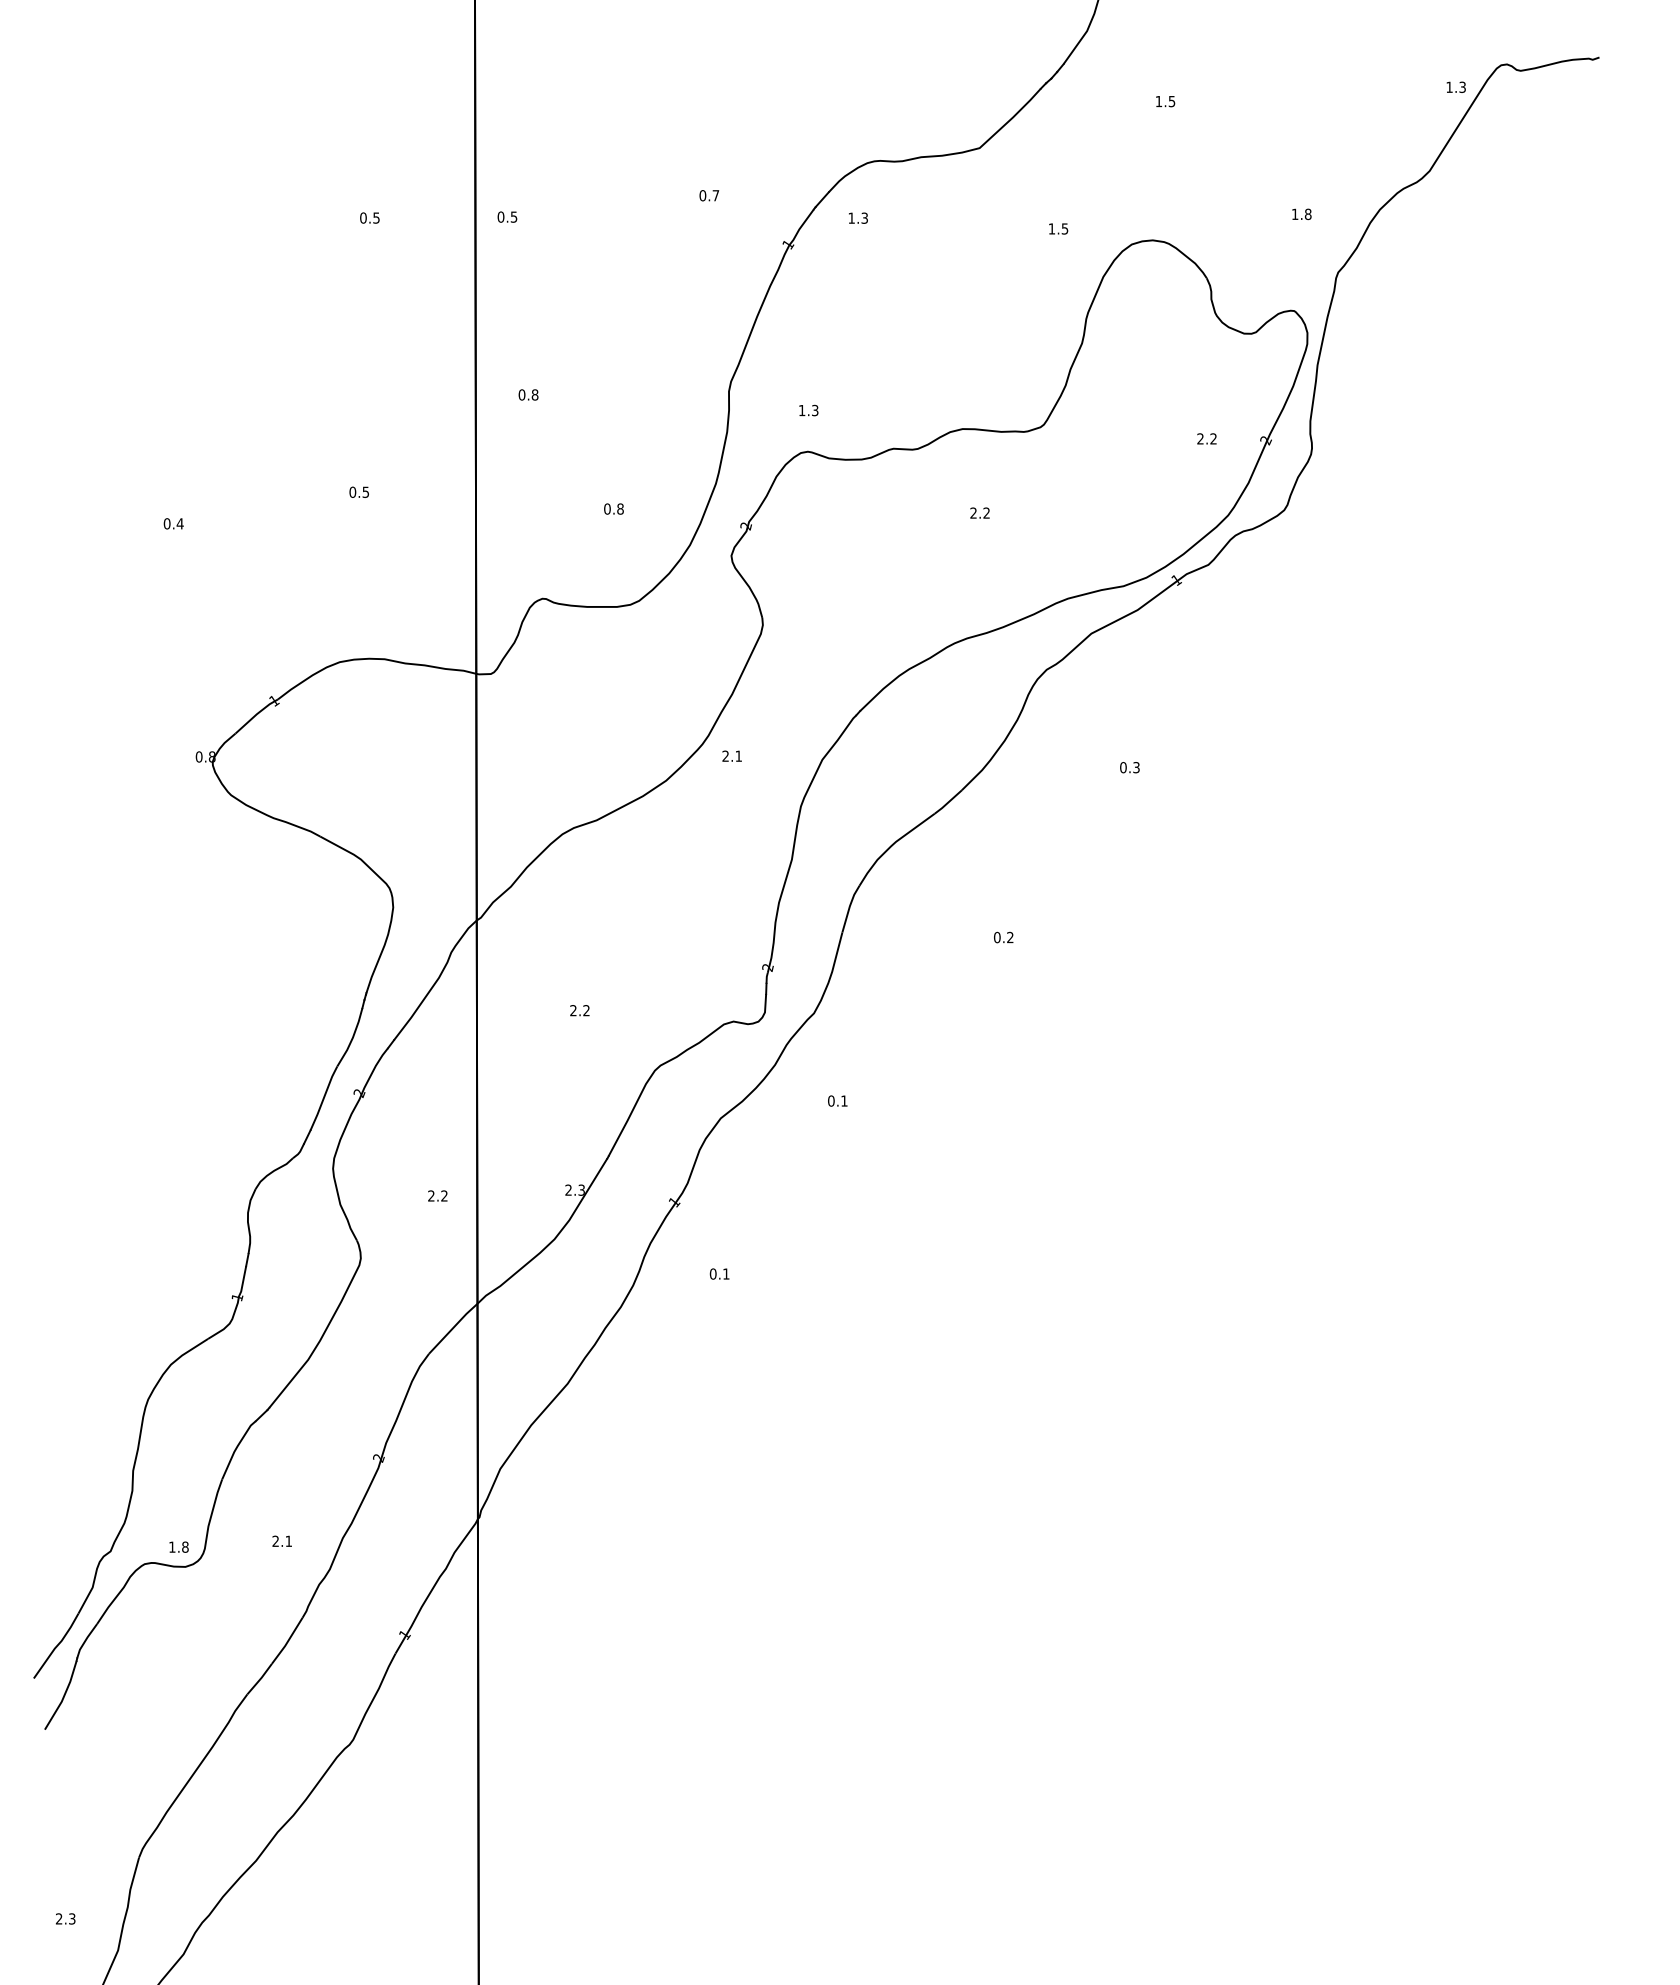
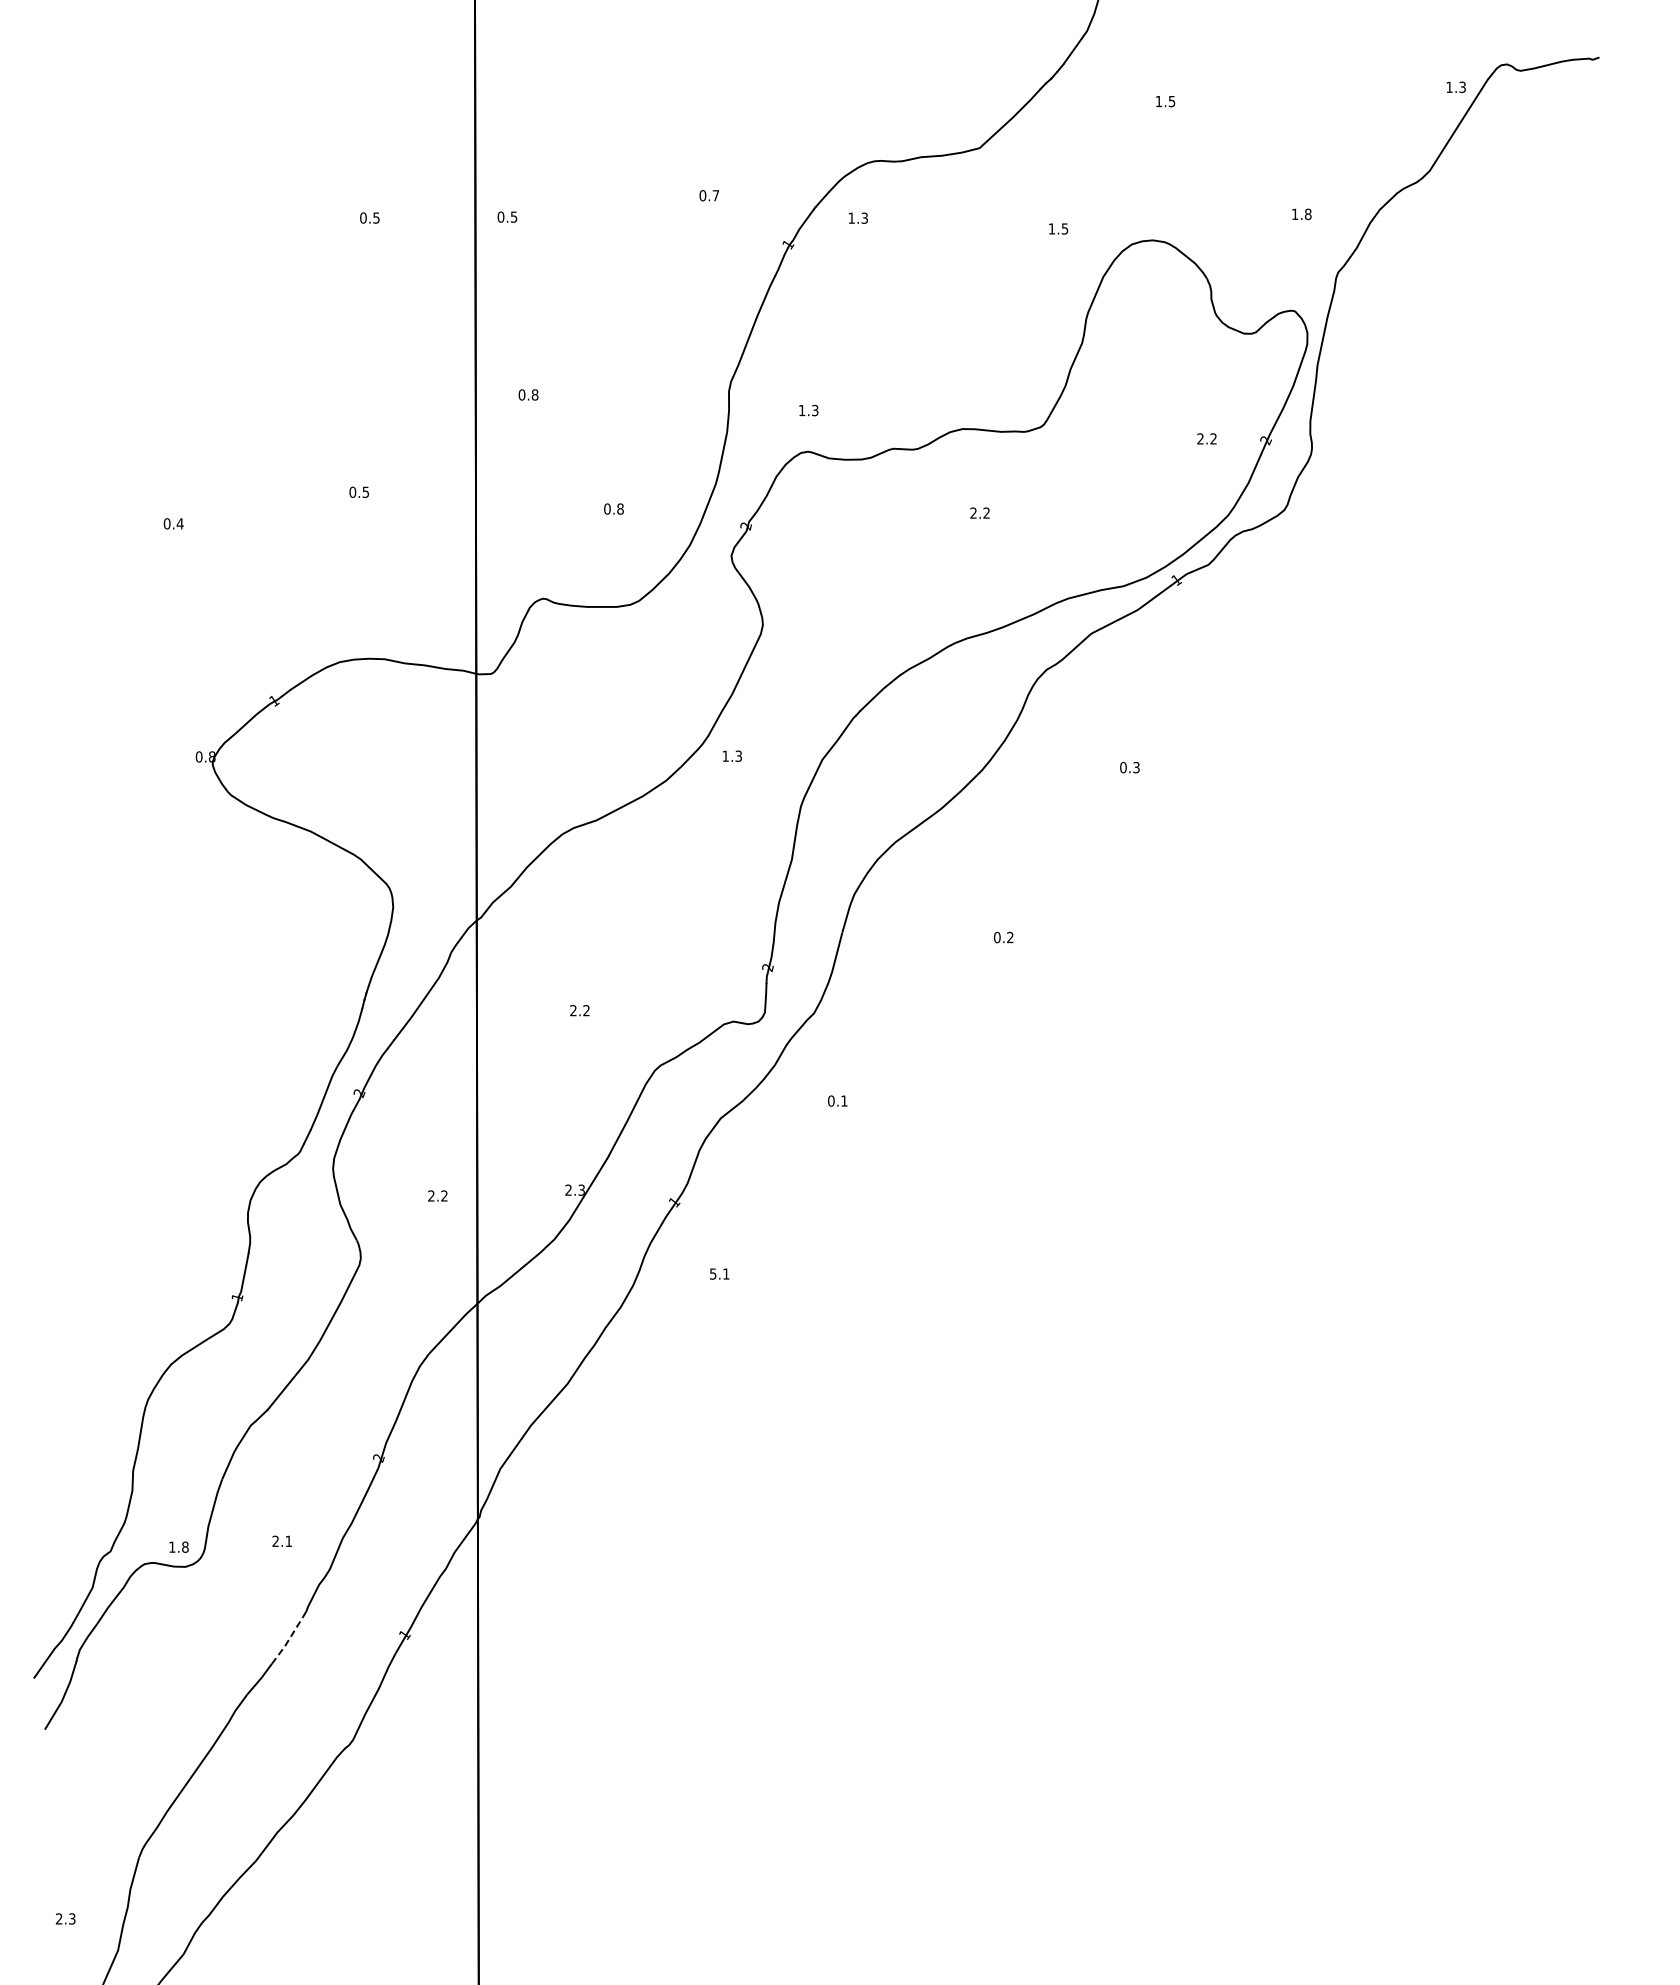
text at (731, 755): 2.1 -> 1.3
text at (712, 1273): 0.1 -> 5.1
line at (288, 1641): solid -> dashed
